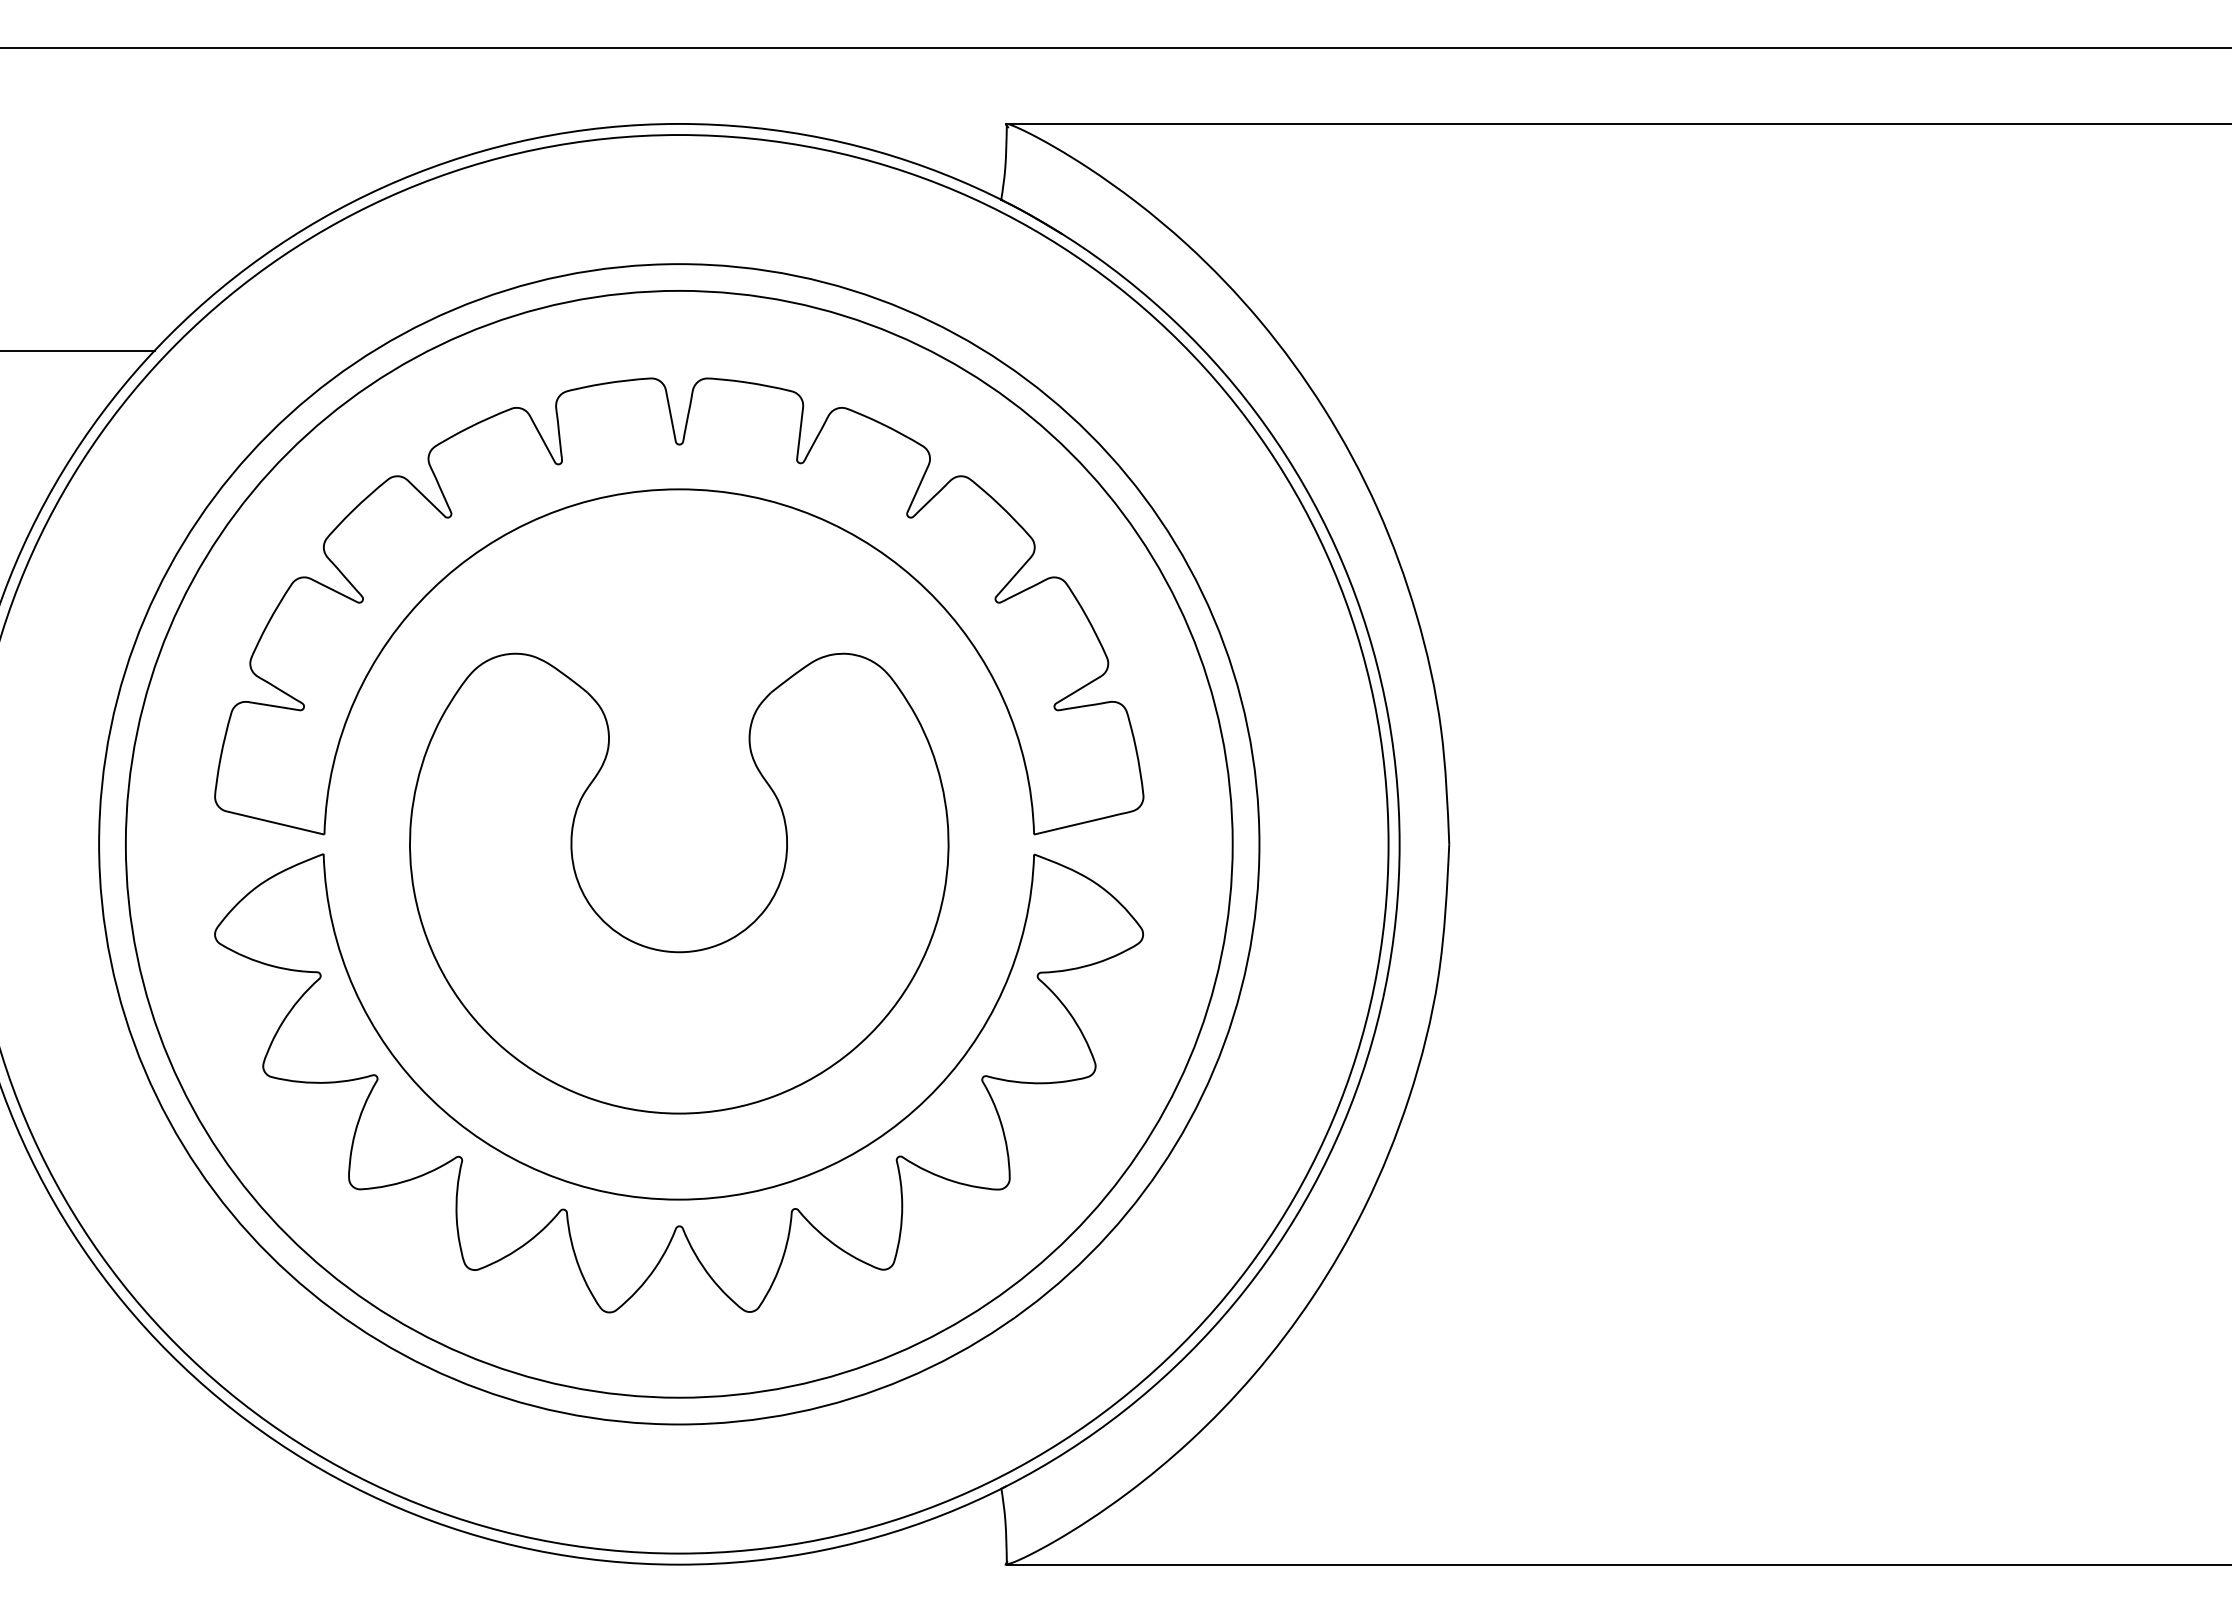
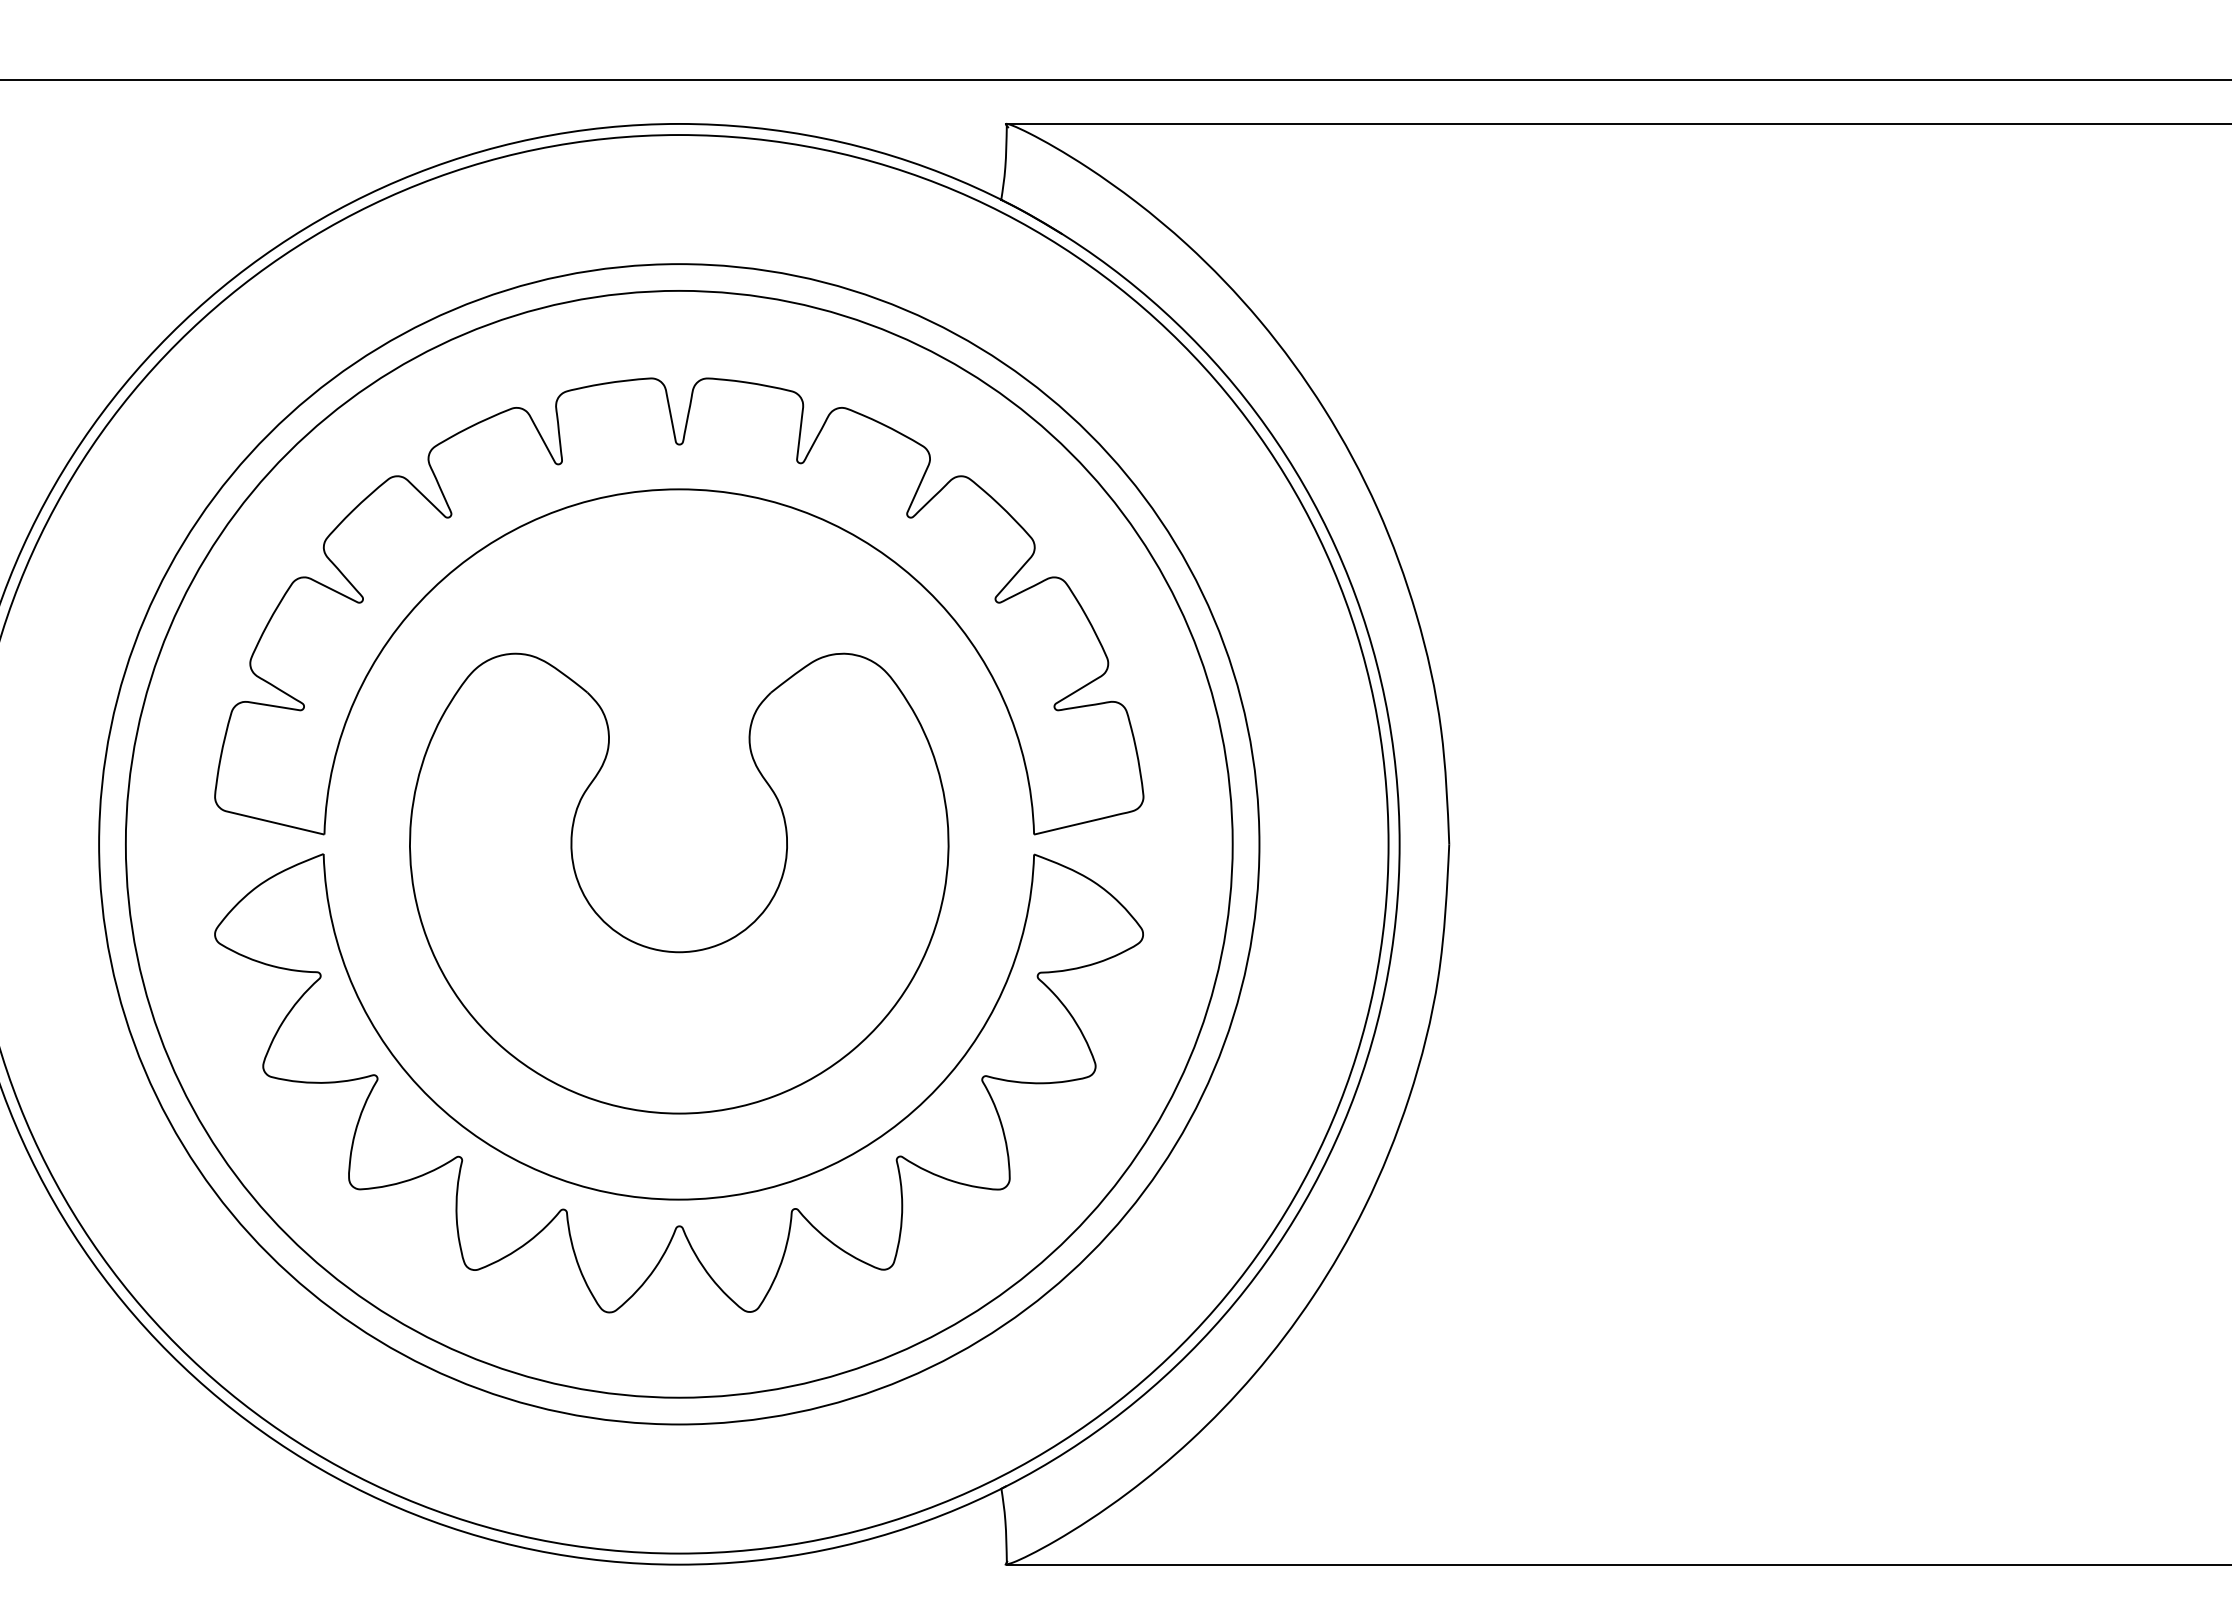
line at (1115, 48) position: (1115, 48) -> (1115, 80)
line at (78, 350): present -> none
